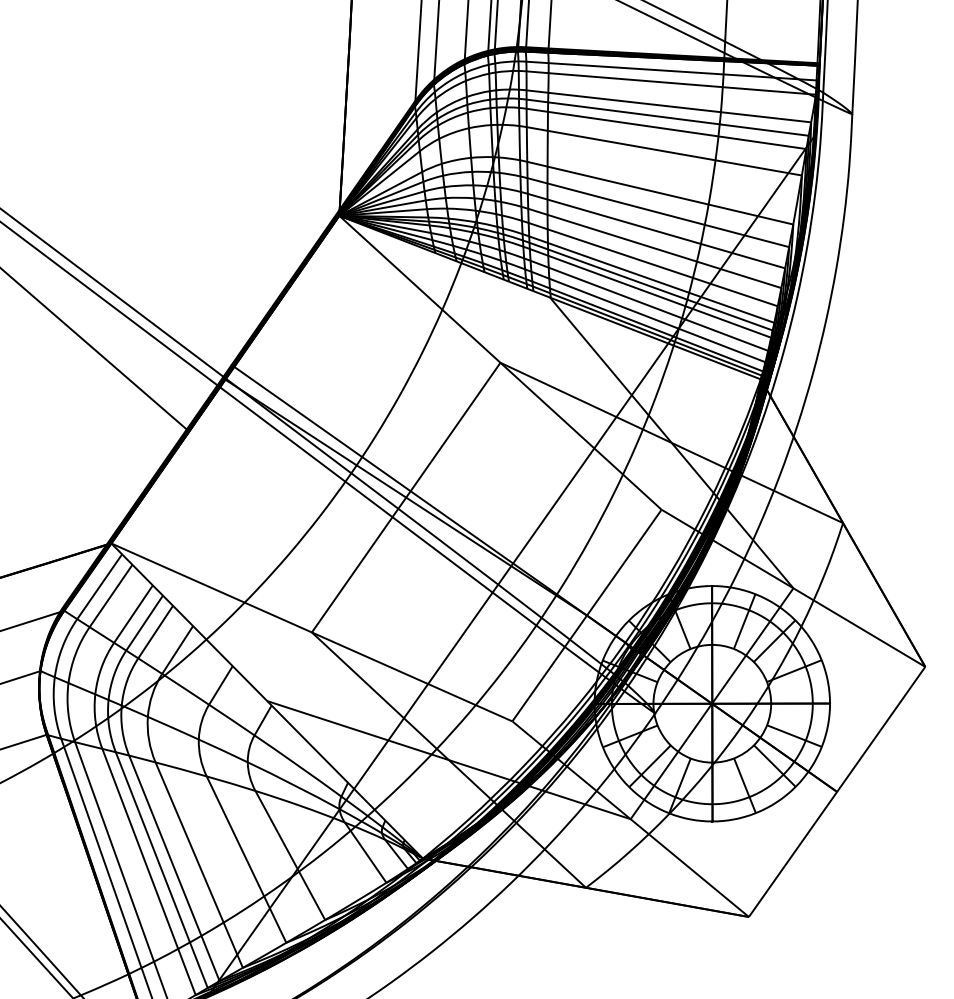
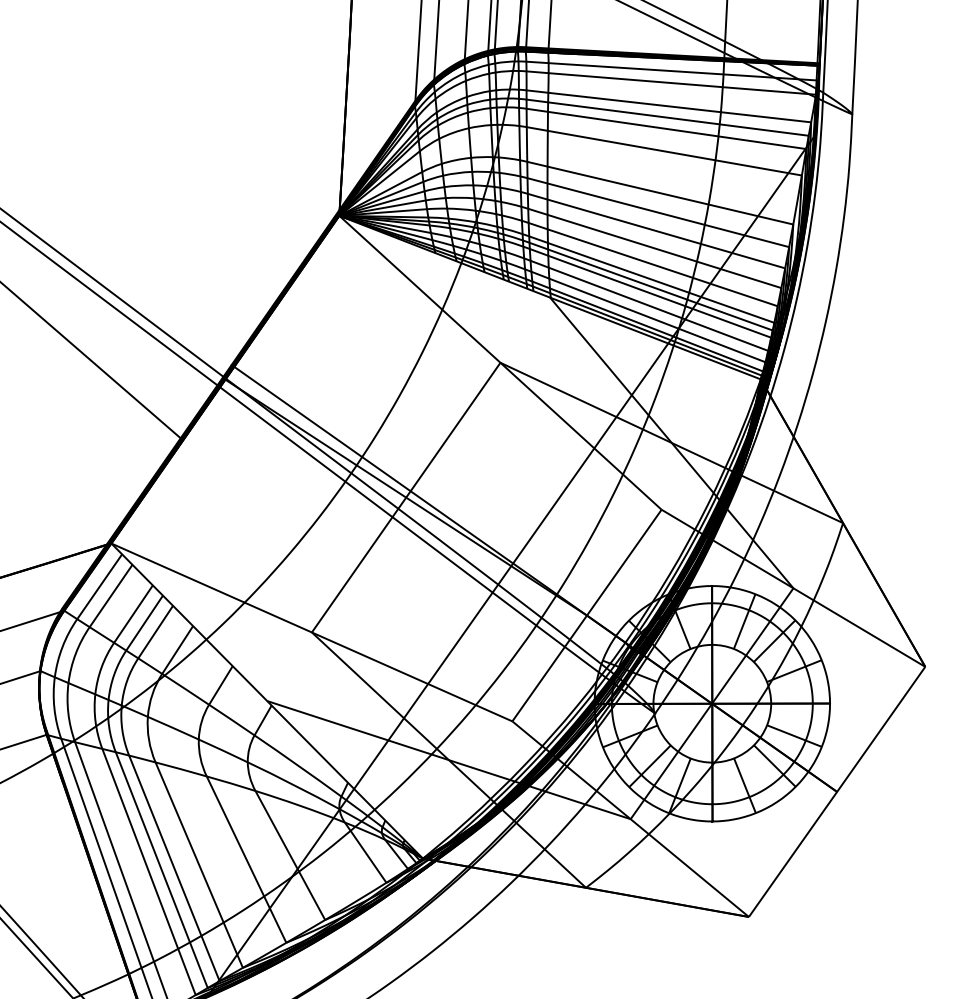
line at (94, 349) position: (94, 349) -> (90, 360)
